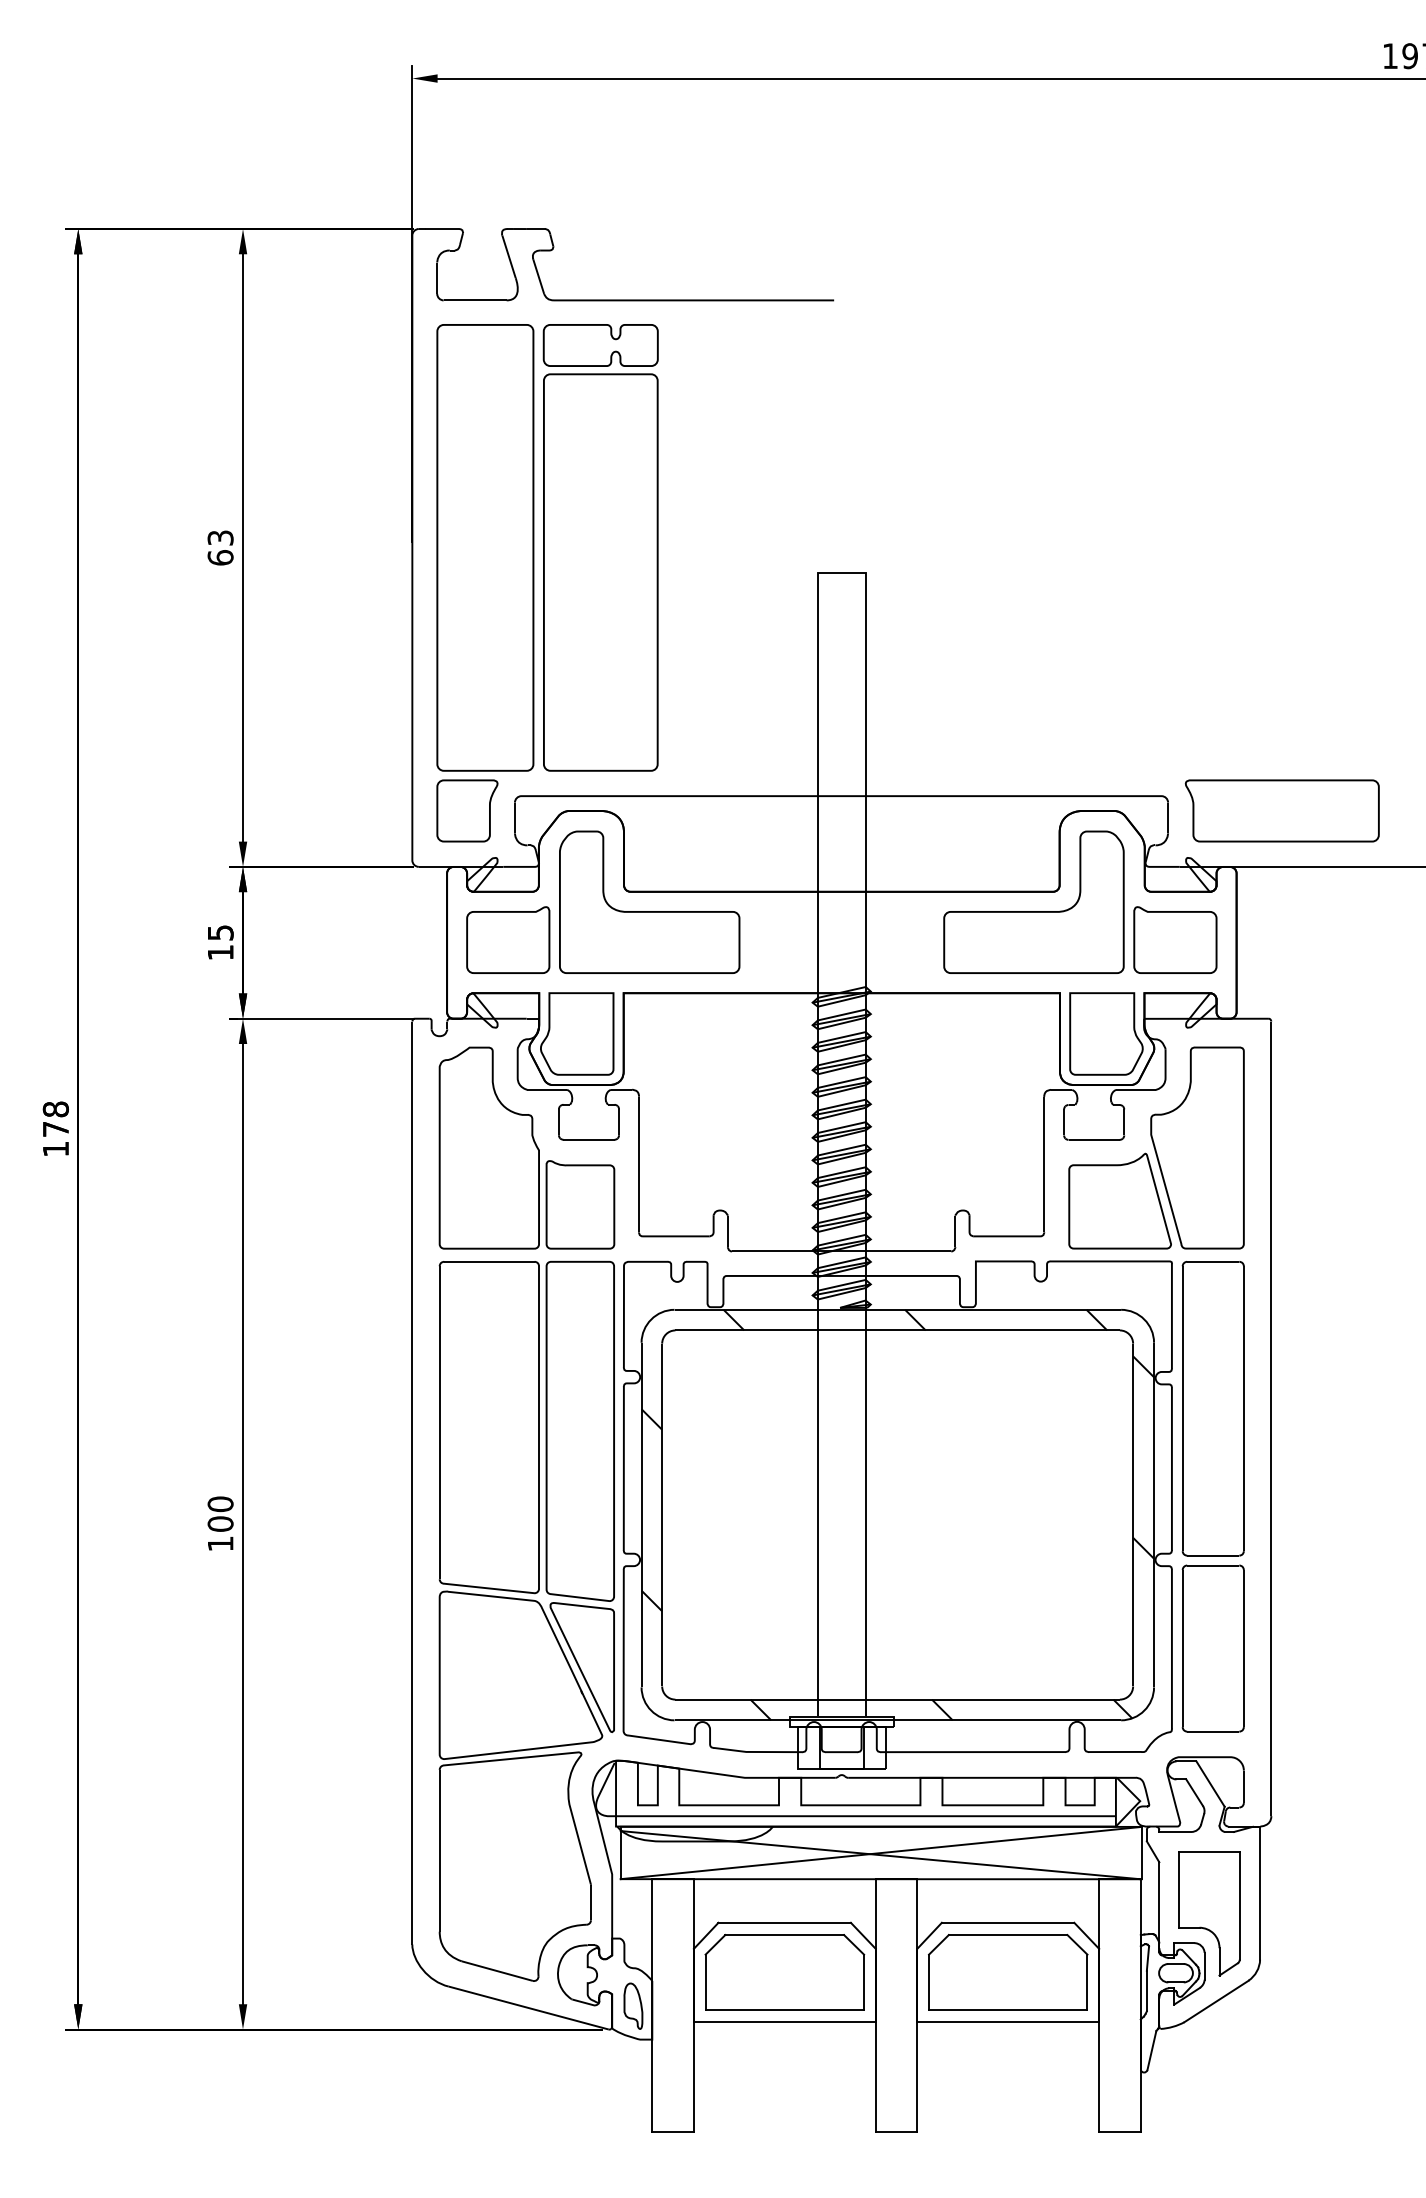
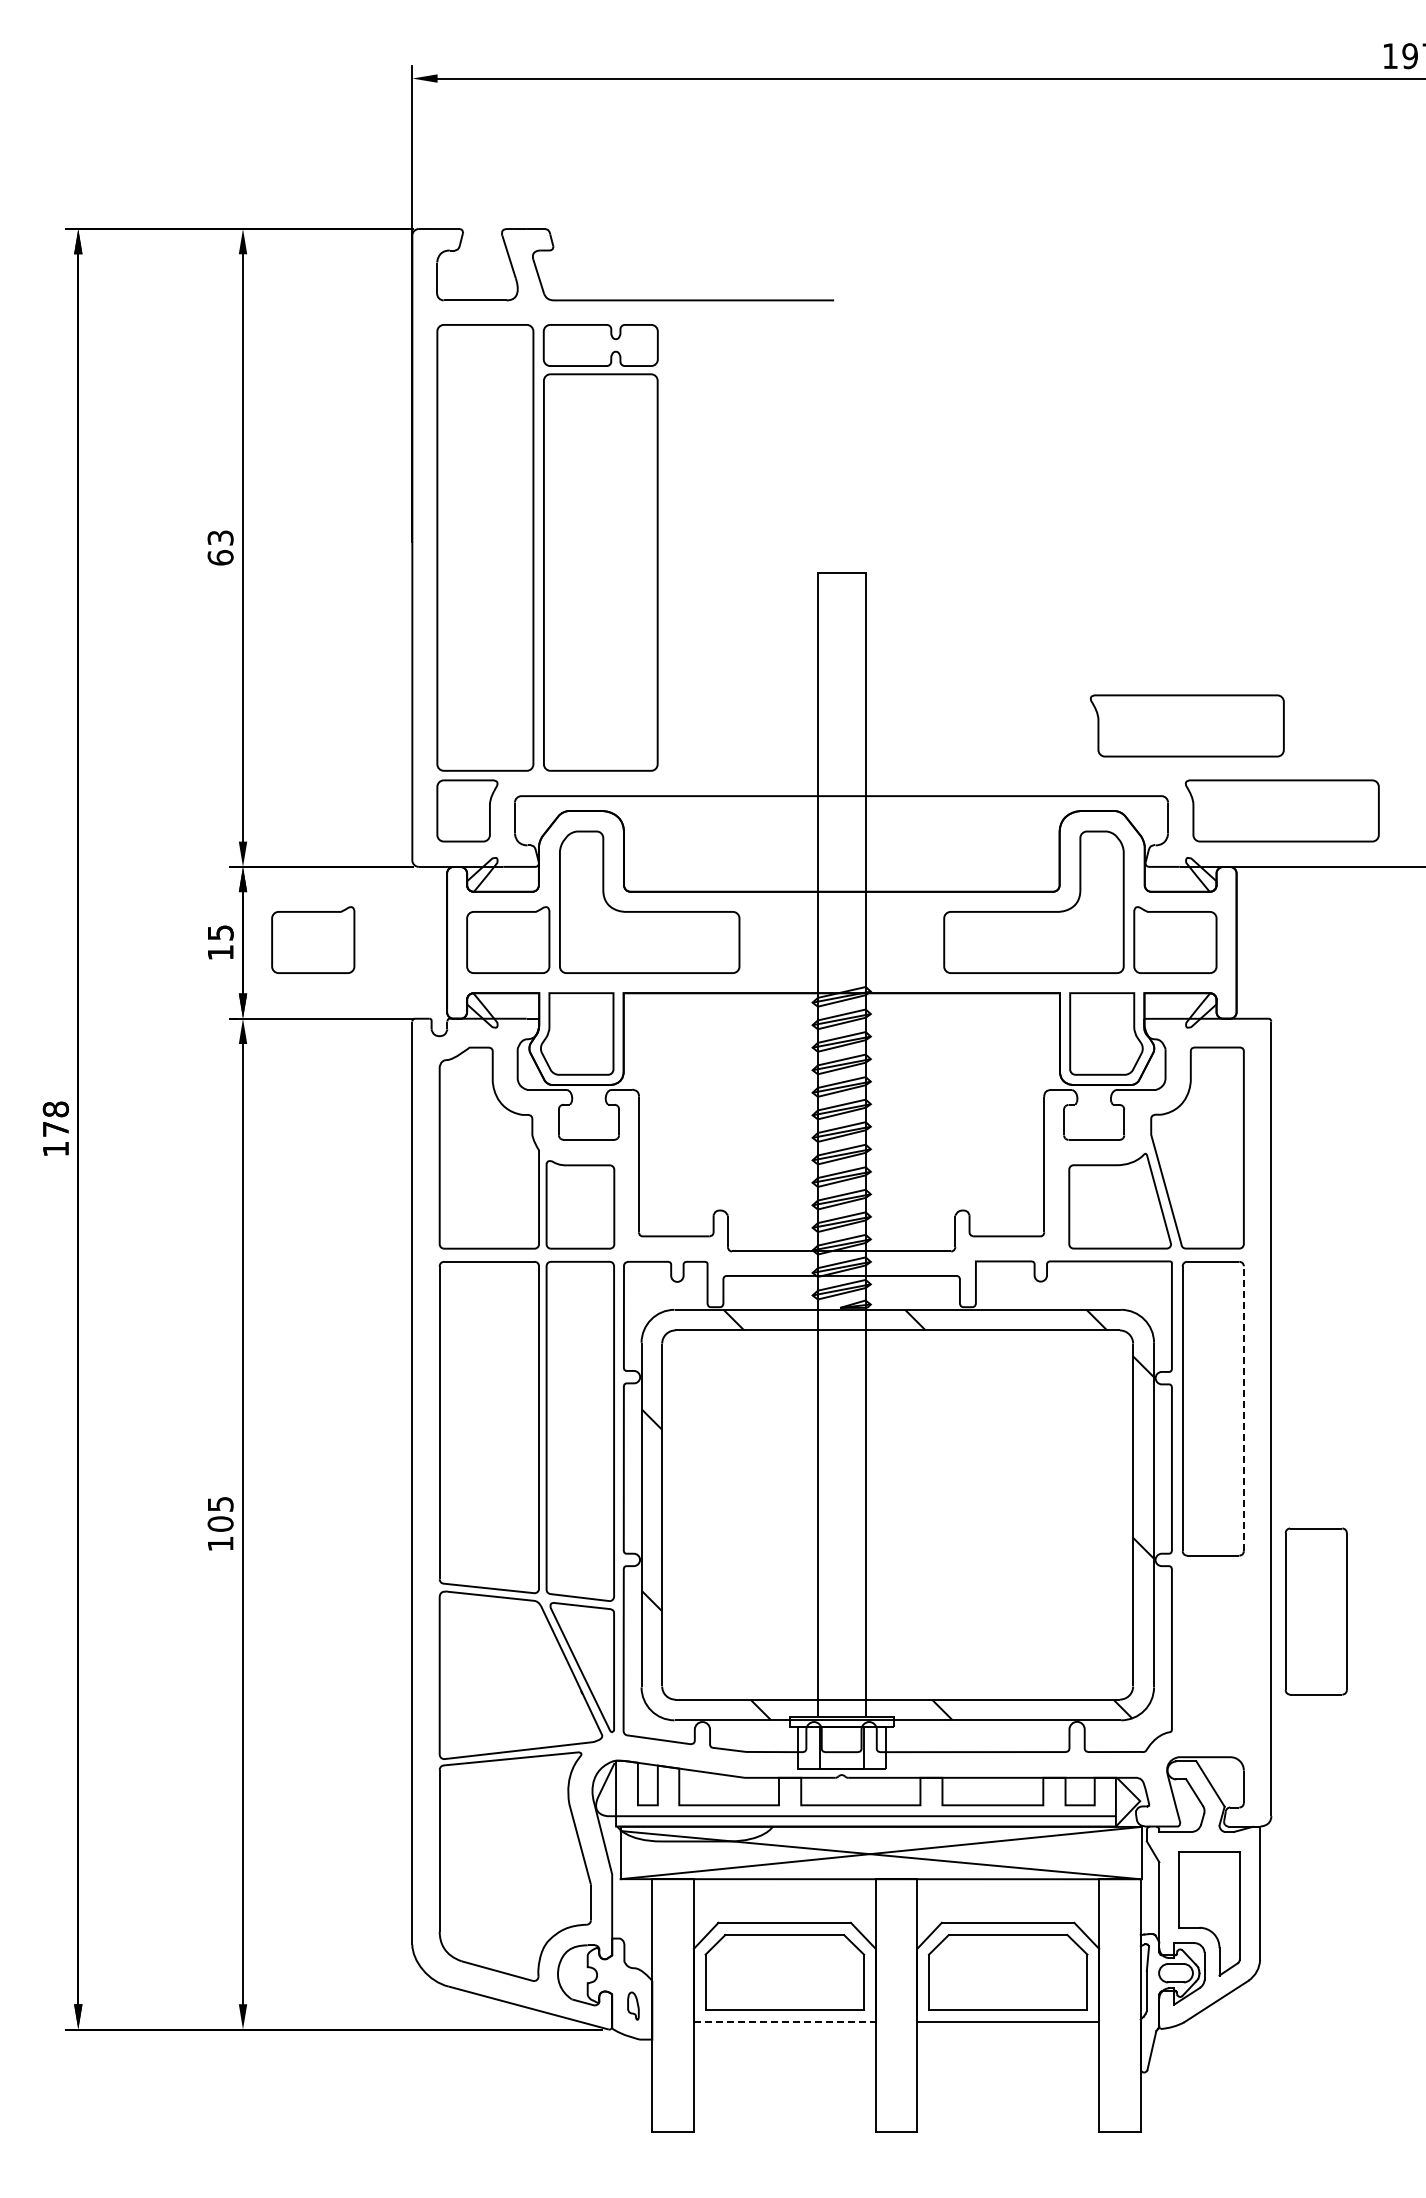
part at (1186, 725): none -> present
part at (313, 939): none -> present
line at (1243, 1408): solid -> dashed
text at (220, 1504): 100 -> 105
part at (1212, 1648) position: (1212, 1648) -> (1315, 1611)
part at (633, 2005) size: 21x48 px -> 13x30 px
line at (784, 2022): solid -> dashed
